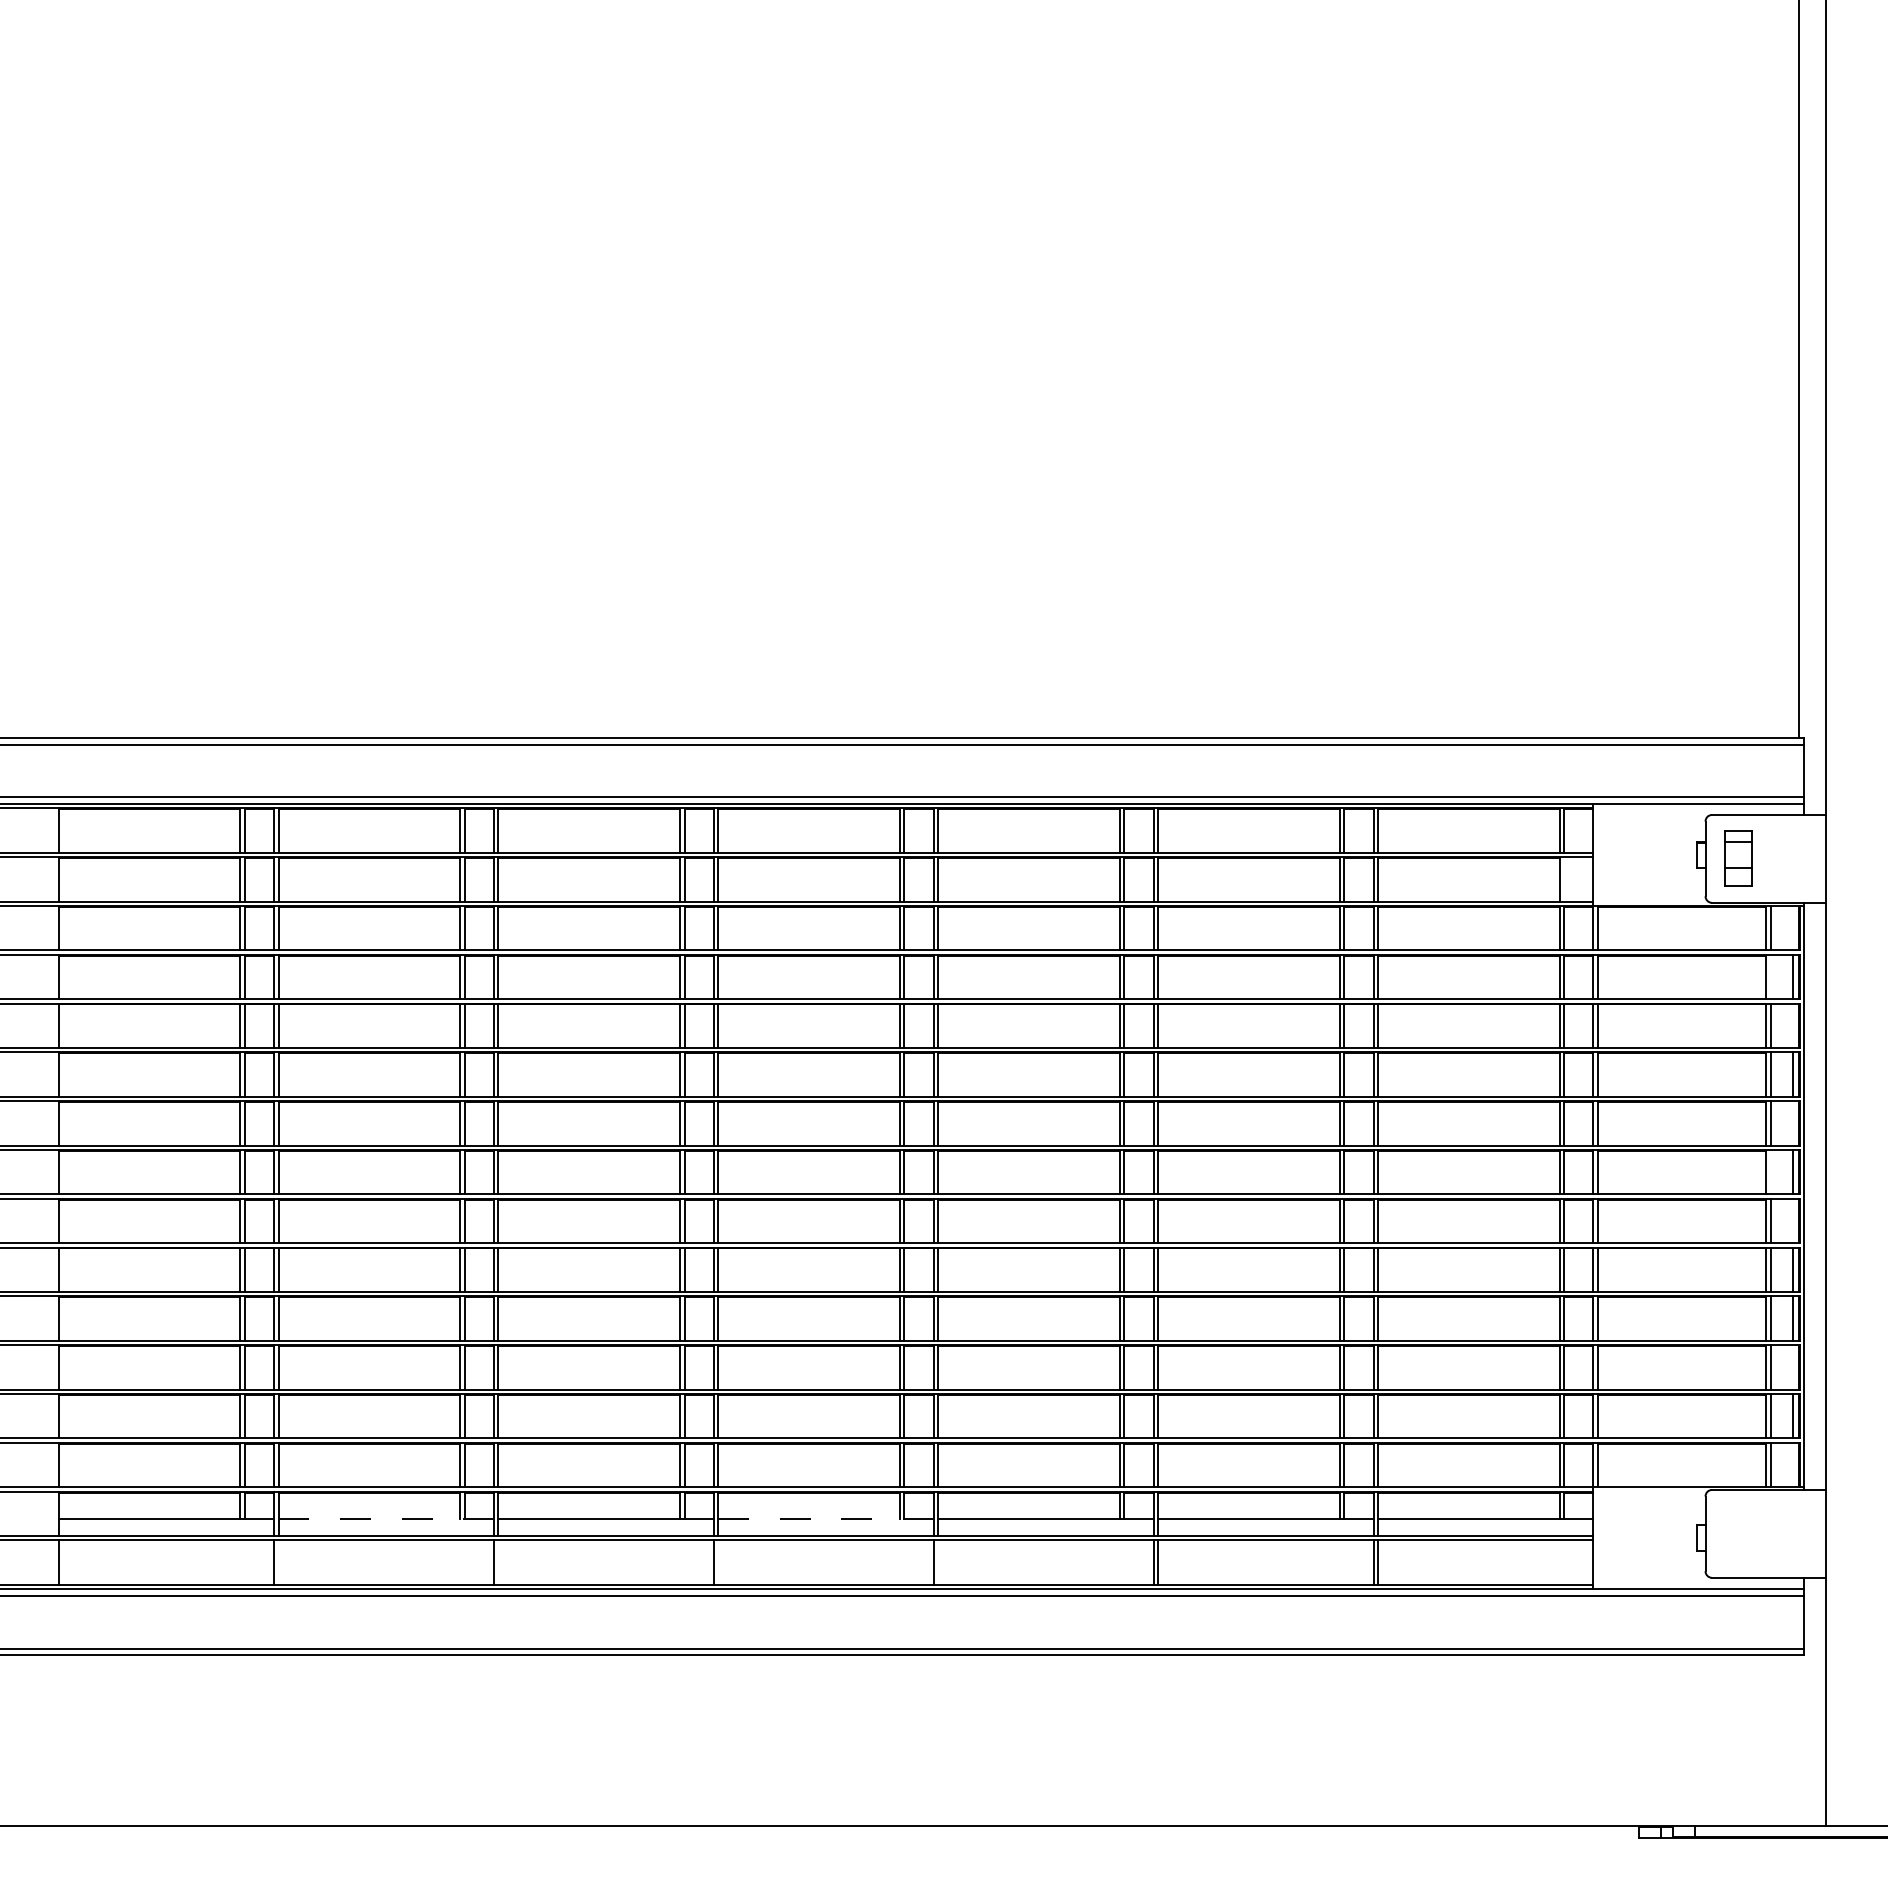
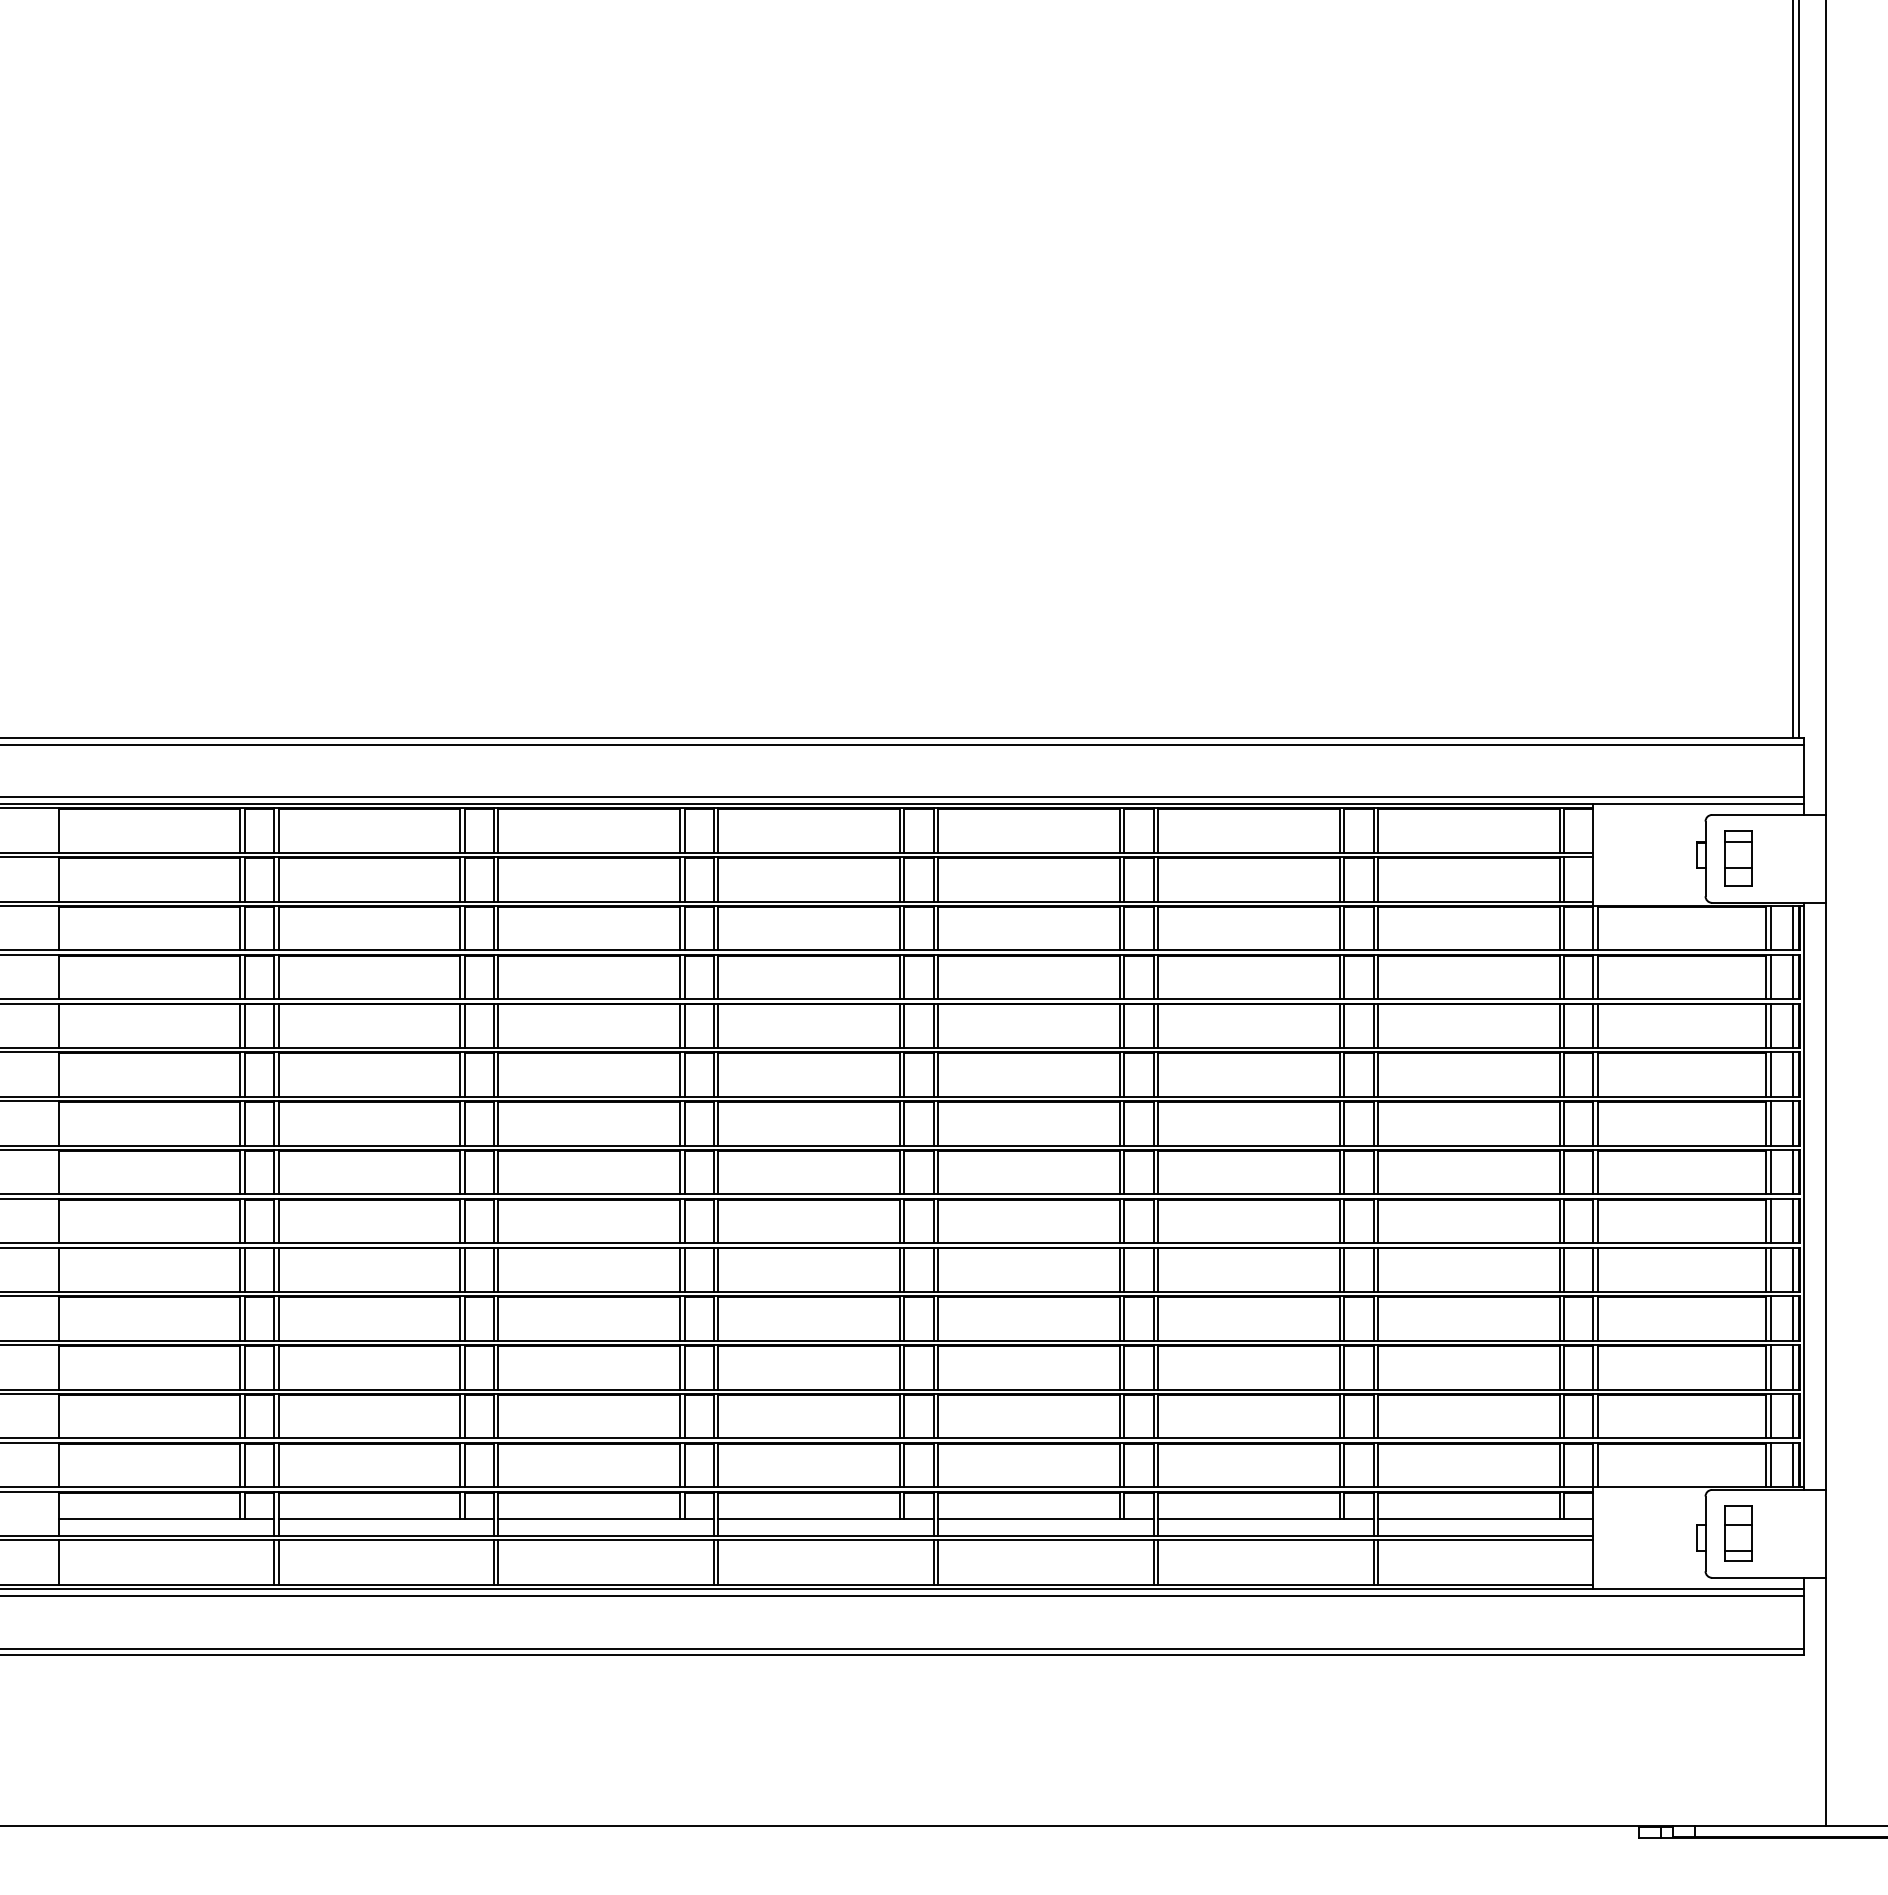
line at (1792, 369): none -> present
line at (1564, 879): none -> present
line at (1792, 927): none -> present
line at (1770, 976): none -> present
line at (1792, 1025): none -> present
line at (1792, 1123): none -> present
line at (1770, 1172): none -> present
line at (1792, 1220): none -> present
line at (1792, 1367): none -> present
line at (1792, 1464): none -> present
line at (386, 1518): dashed -> solid
line at (826, 1518): dashed -> solid
part at (1738, 1533): none -> present
line at (278, 1562): none -> present
line at (498, 1562): none -> present
line at (718, 1562): none -> present
line at (938, 1562): none -> present
